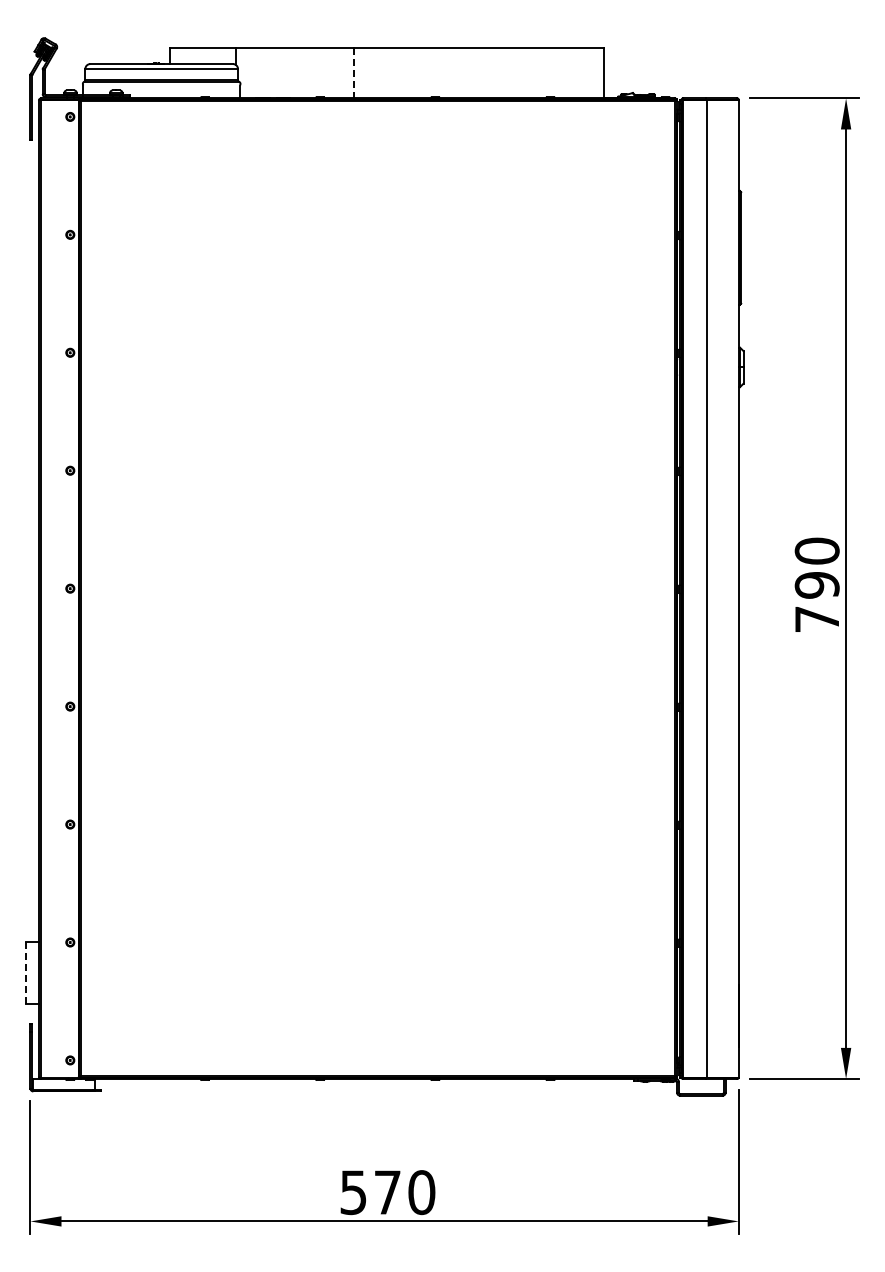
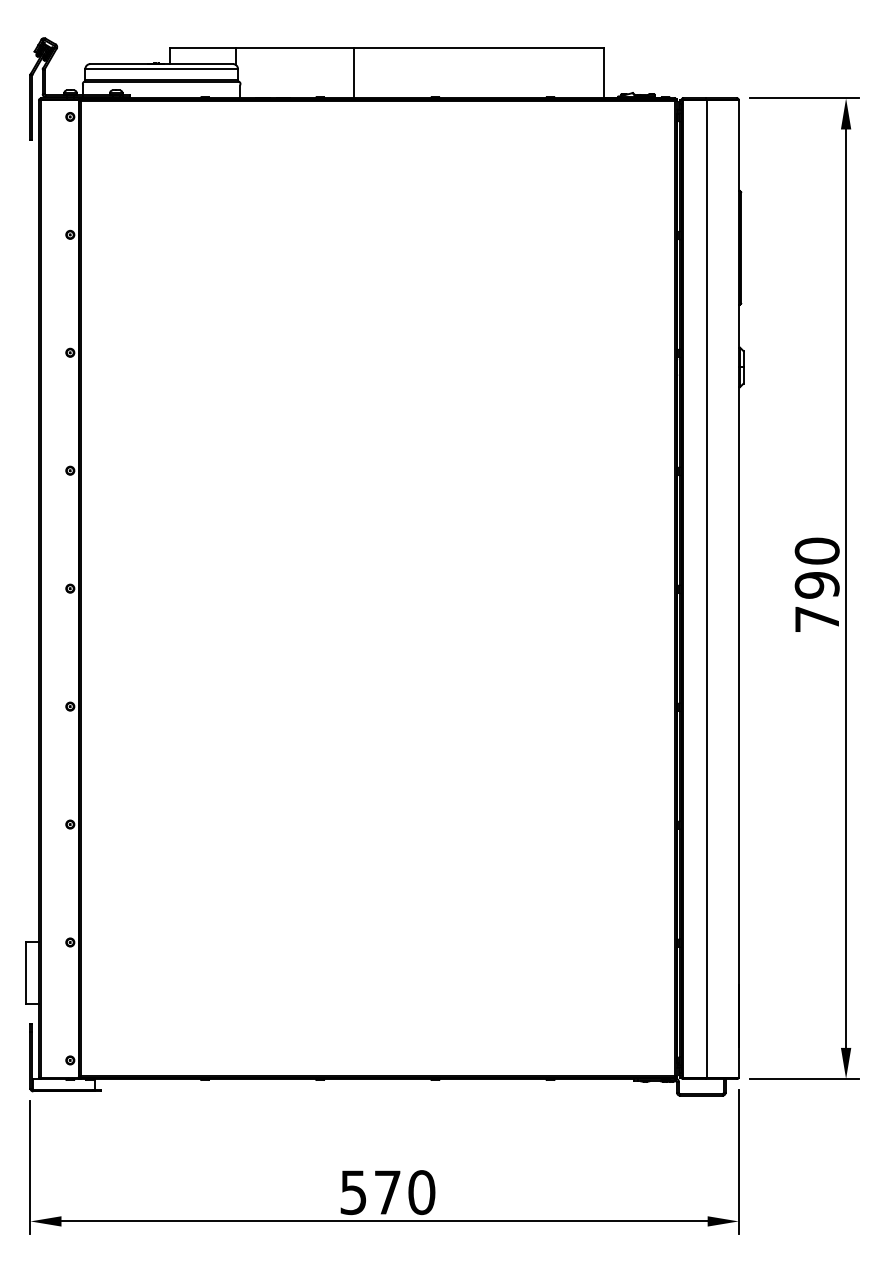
line at (354, 73): dashed -> solid
line at (26, 972): dashed -> solid
